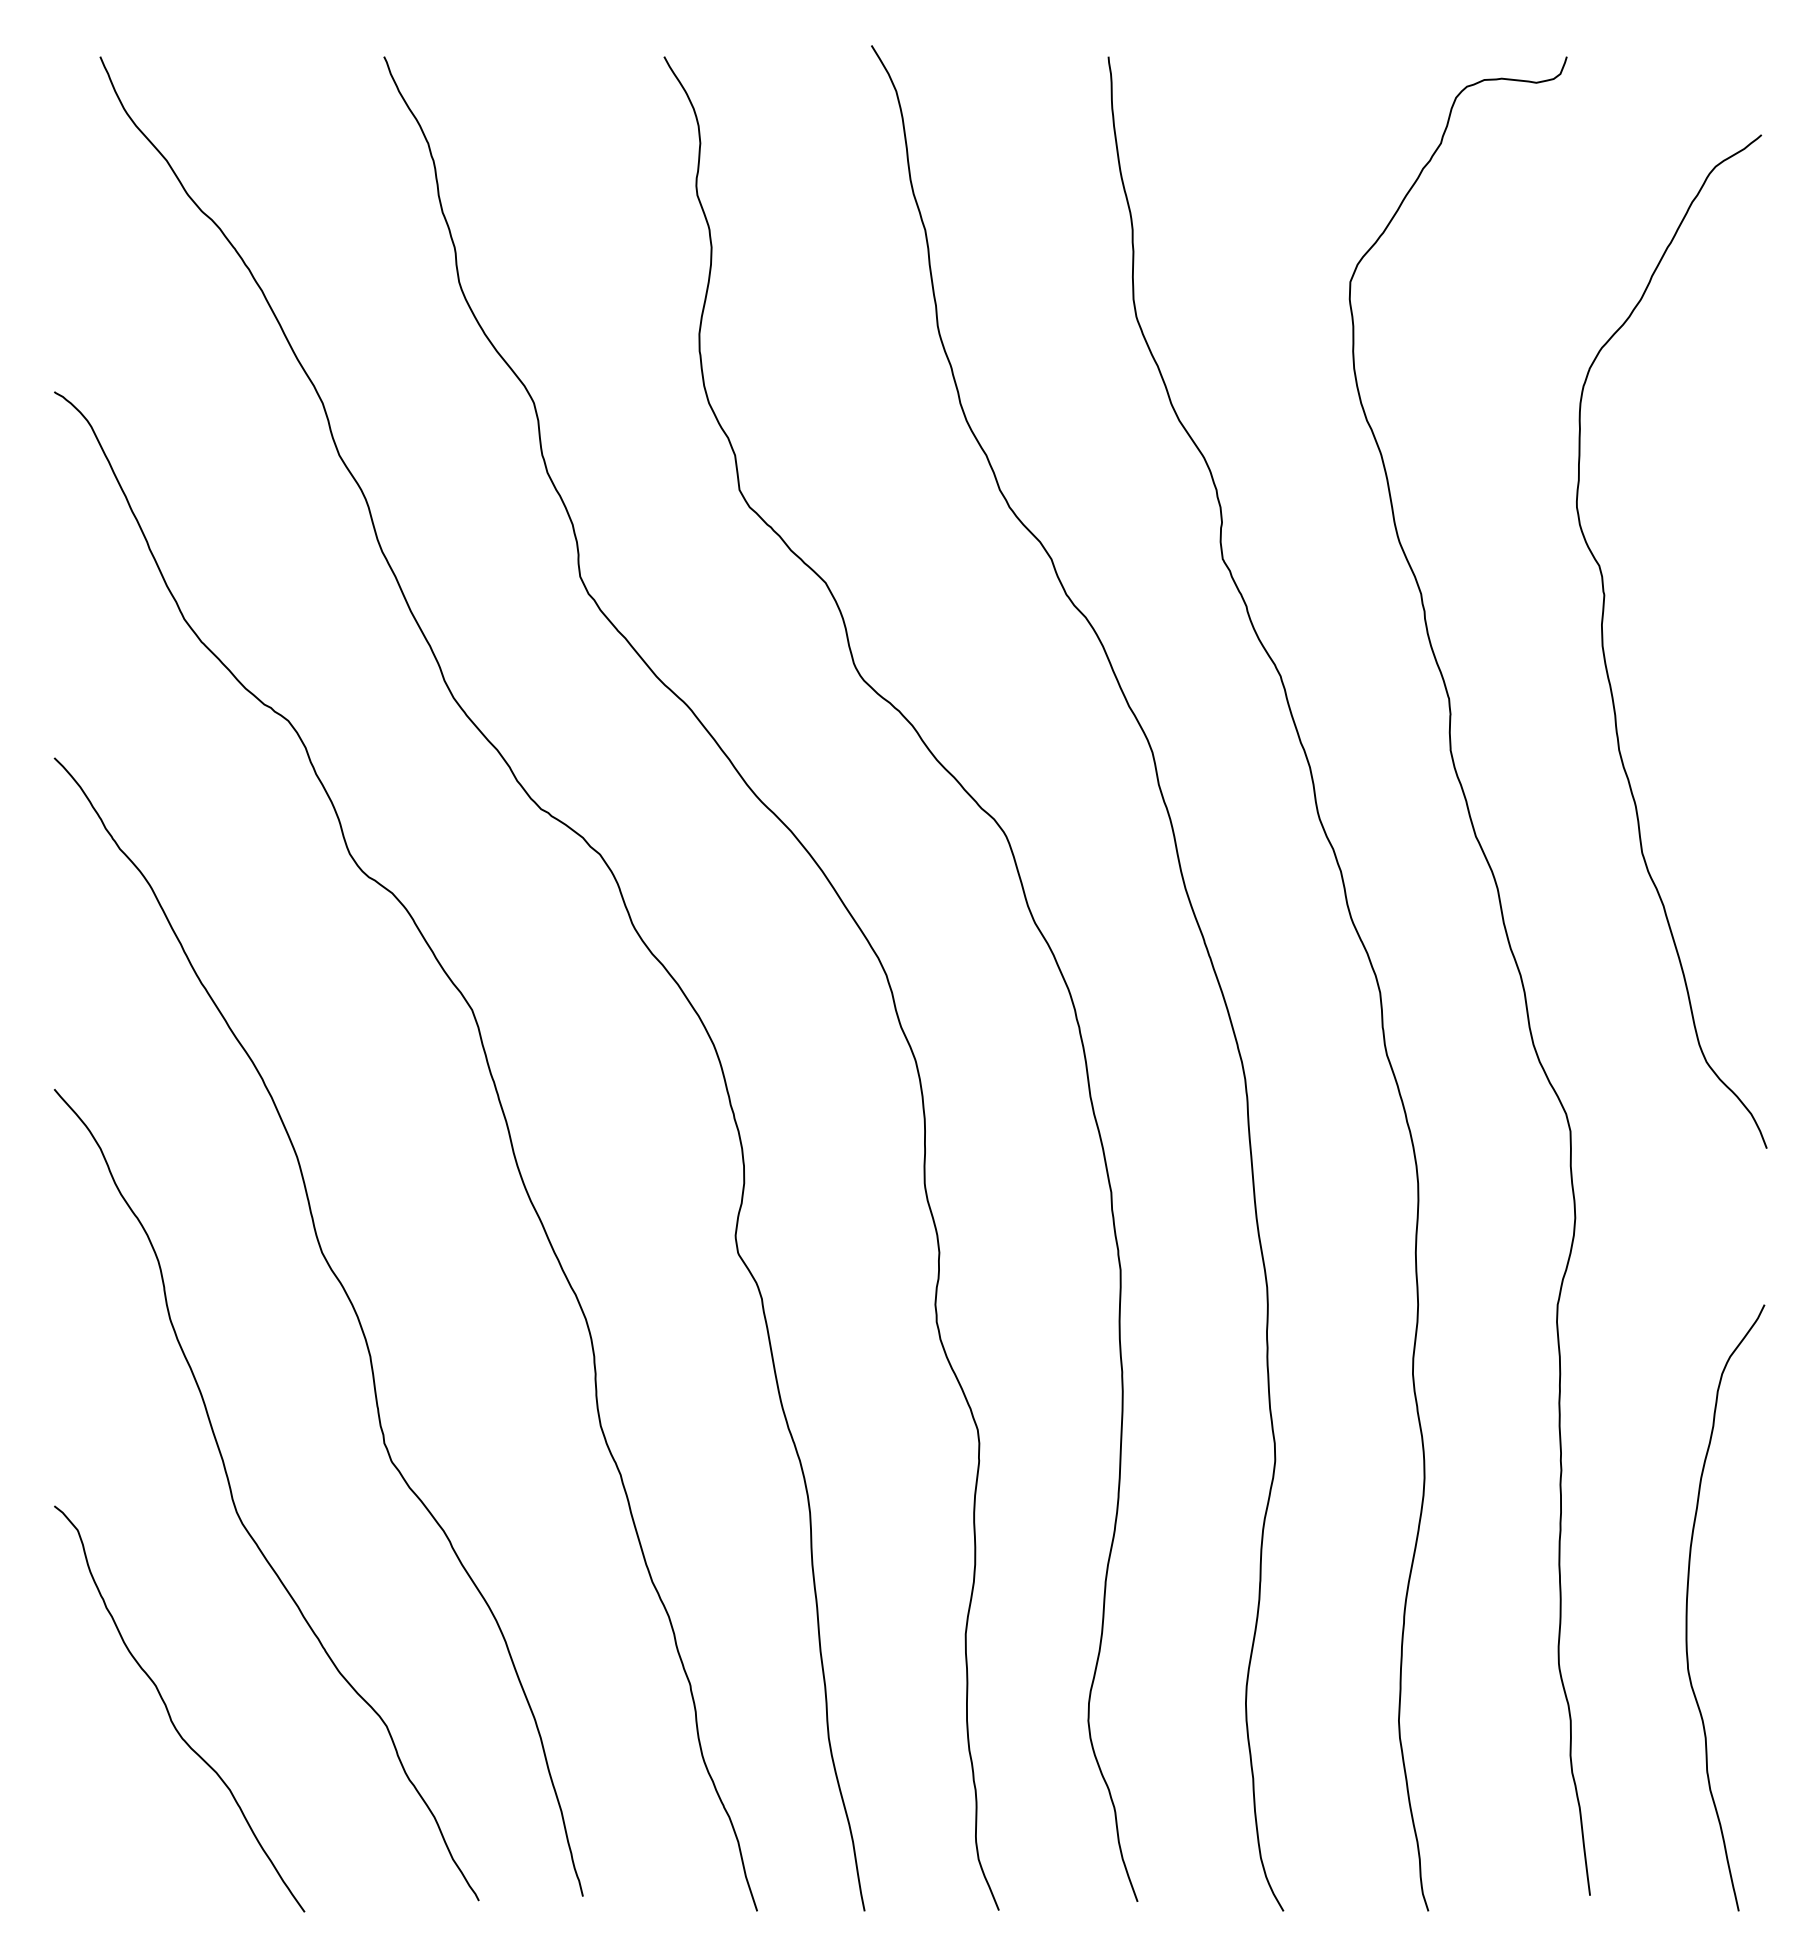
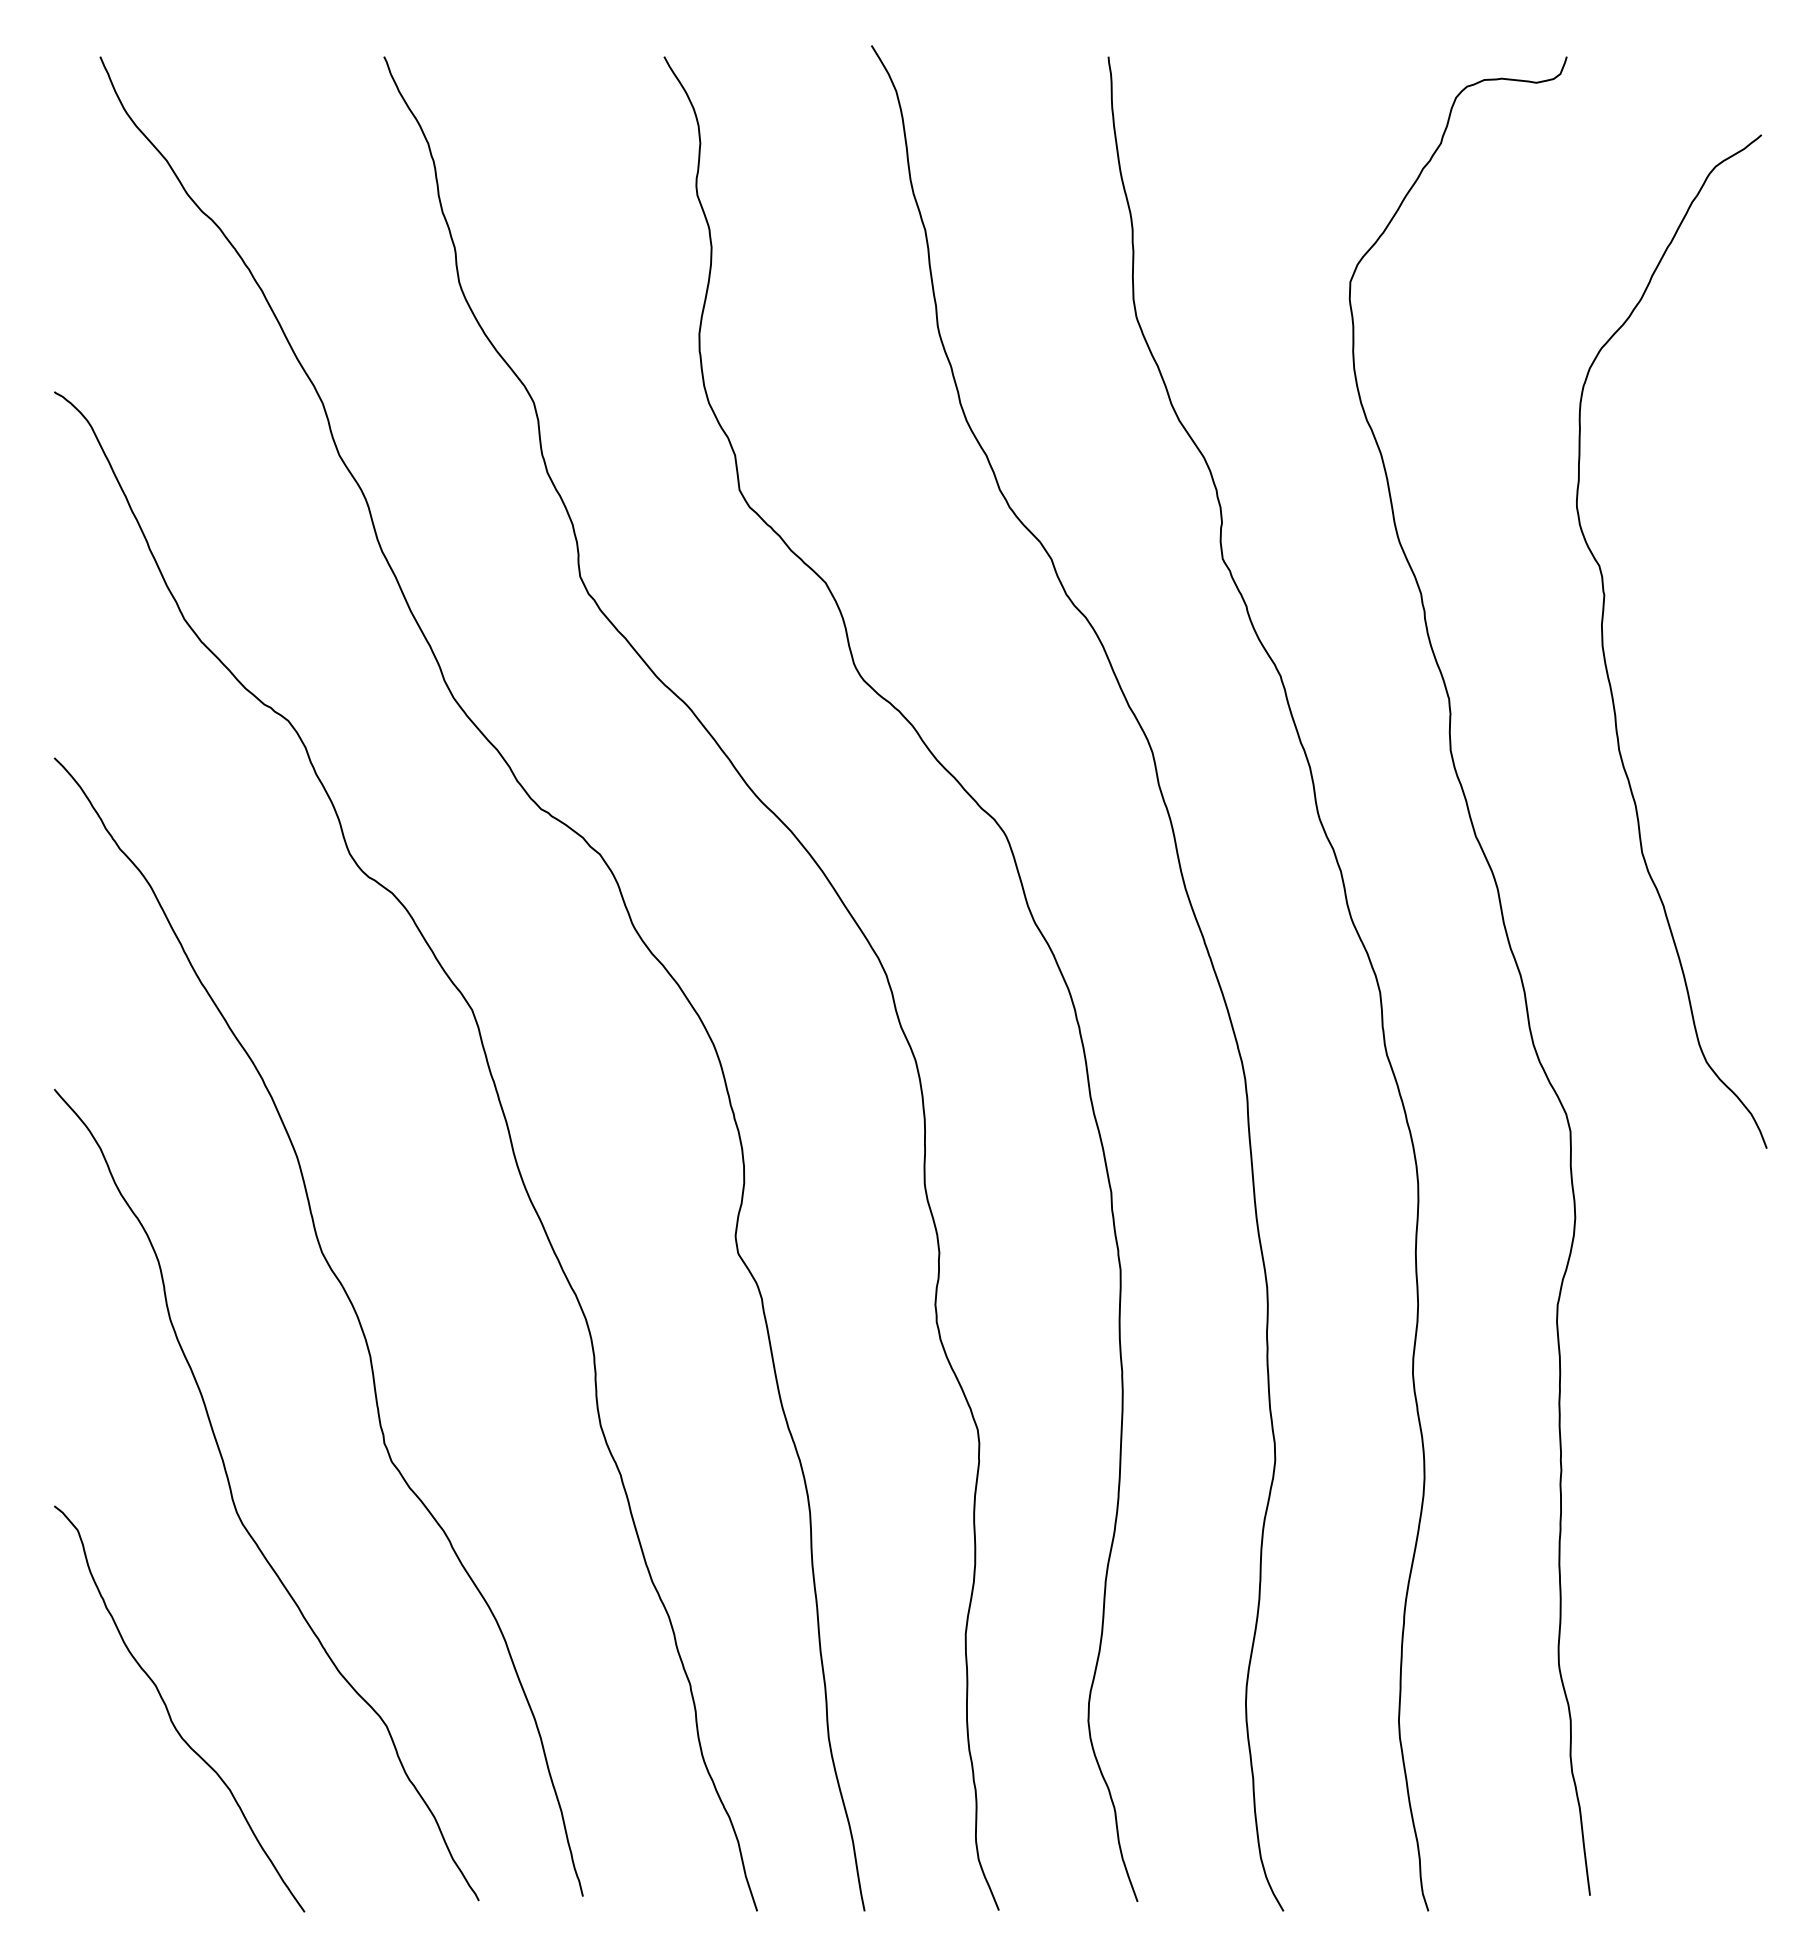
curve at (1687, 1607): present -> none
